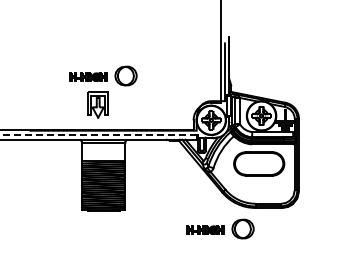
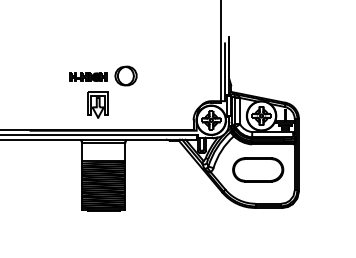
line at (98, 135): dashed -> solid
part at (259, 163) position: (259, 163) -> (258, 169)
part at (220, 228): present -> none
